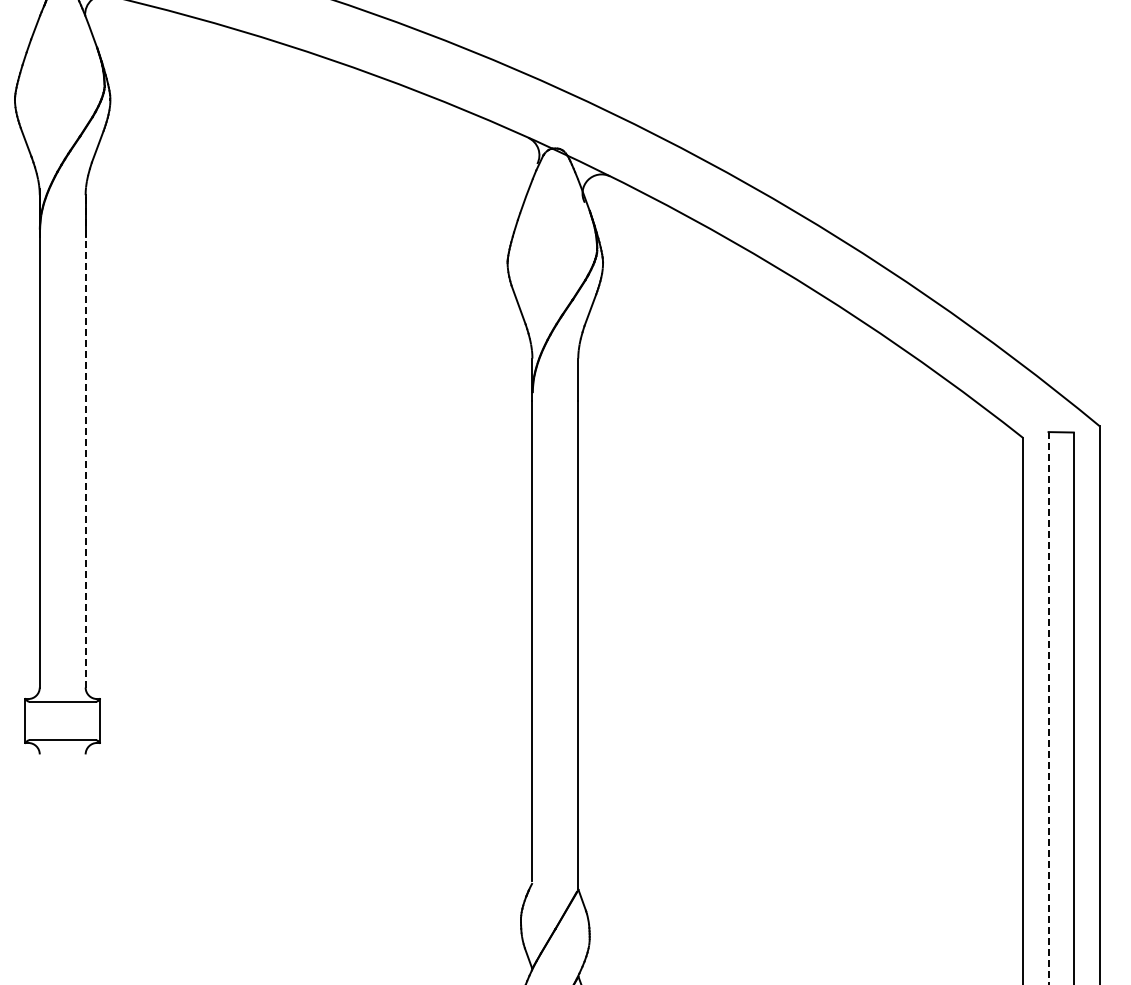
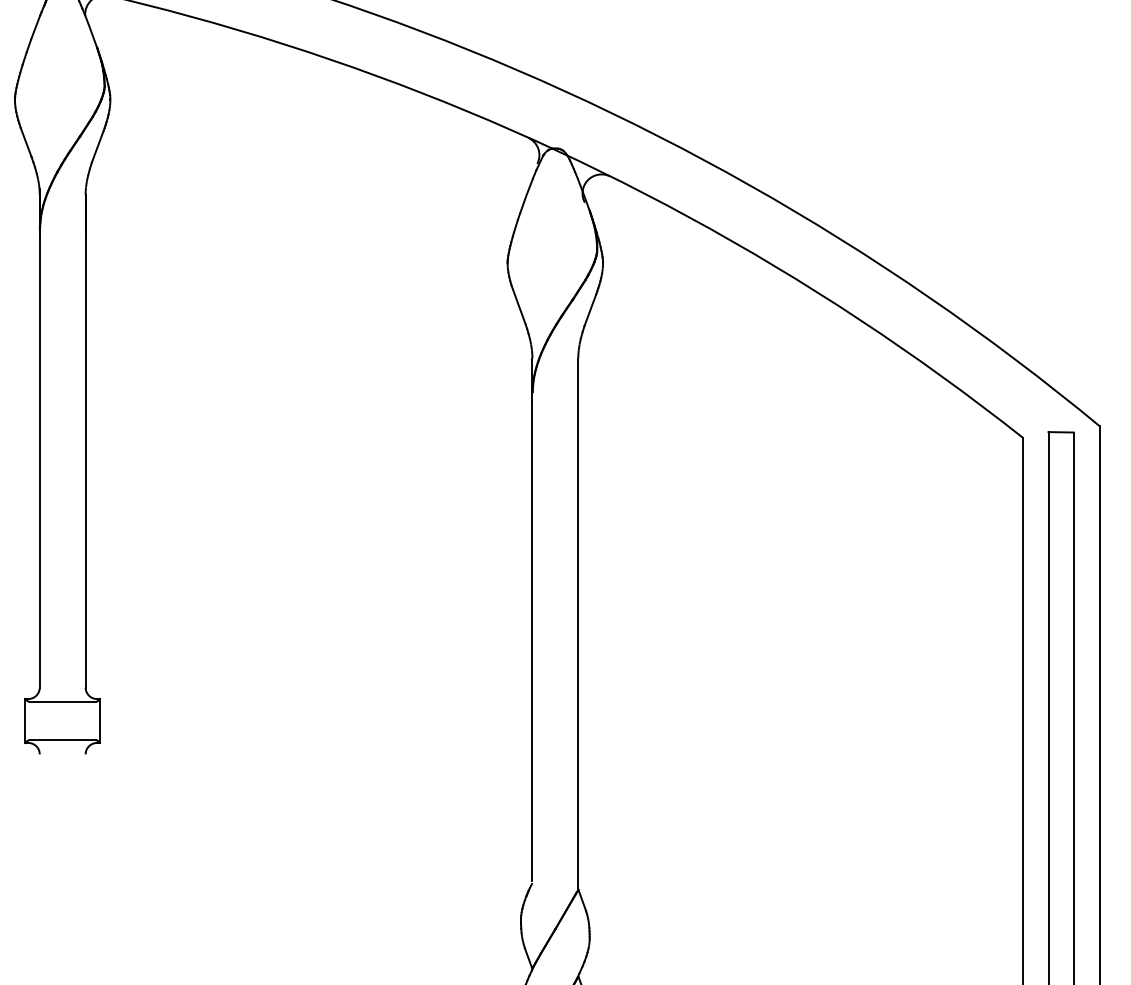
line at (85, 440): dashed -> solid
line at (1048, 708): dashed -> solid
